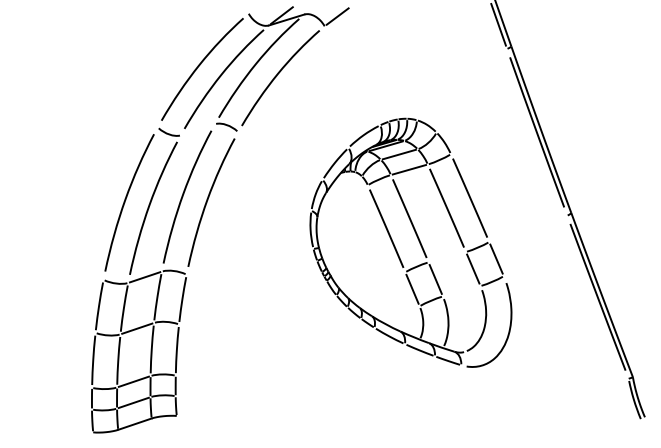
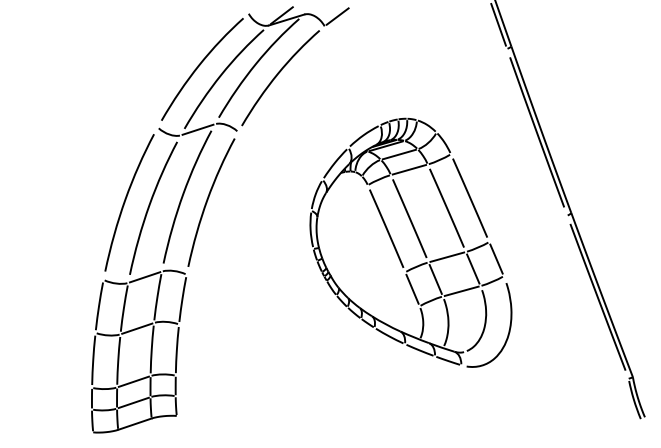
line at (197, 129): none -> present
line at (447, 256): none -> present
line at (461, 290): none -> present
